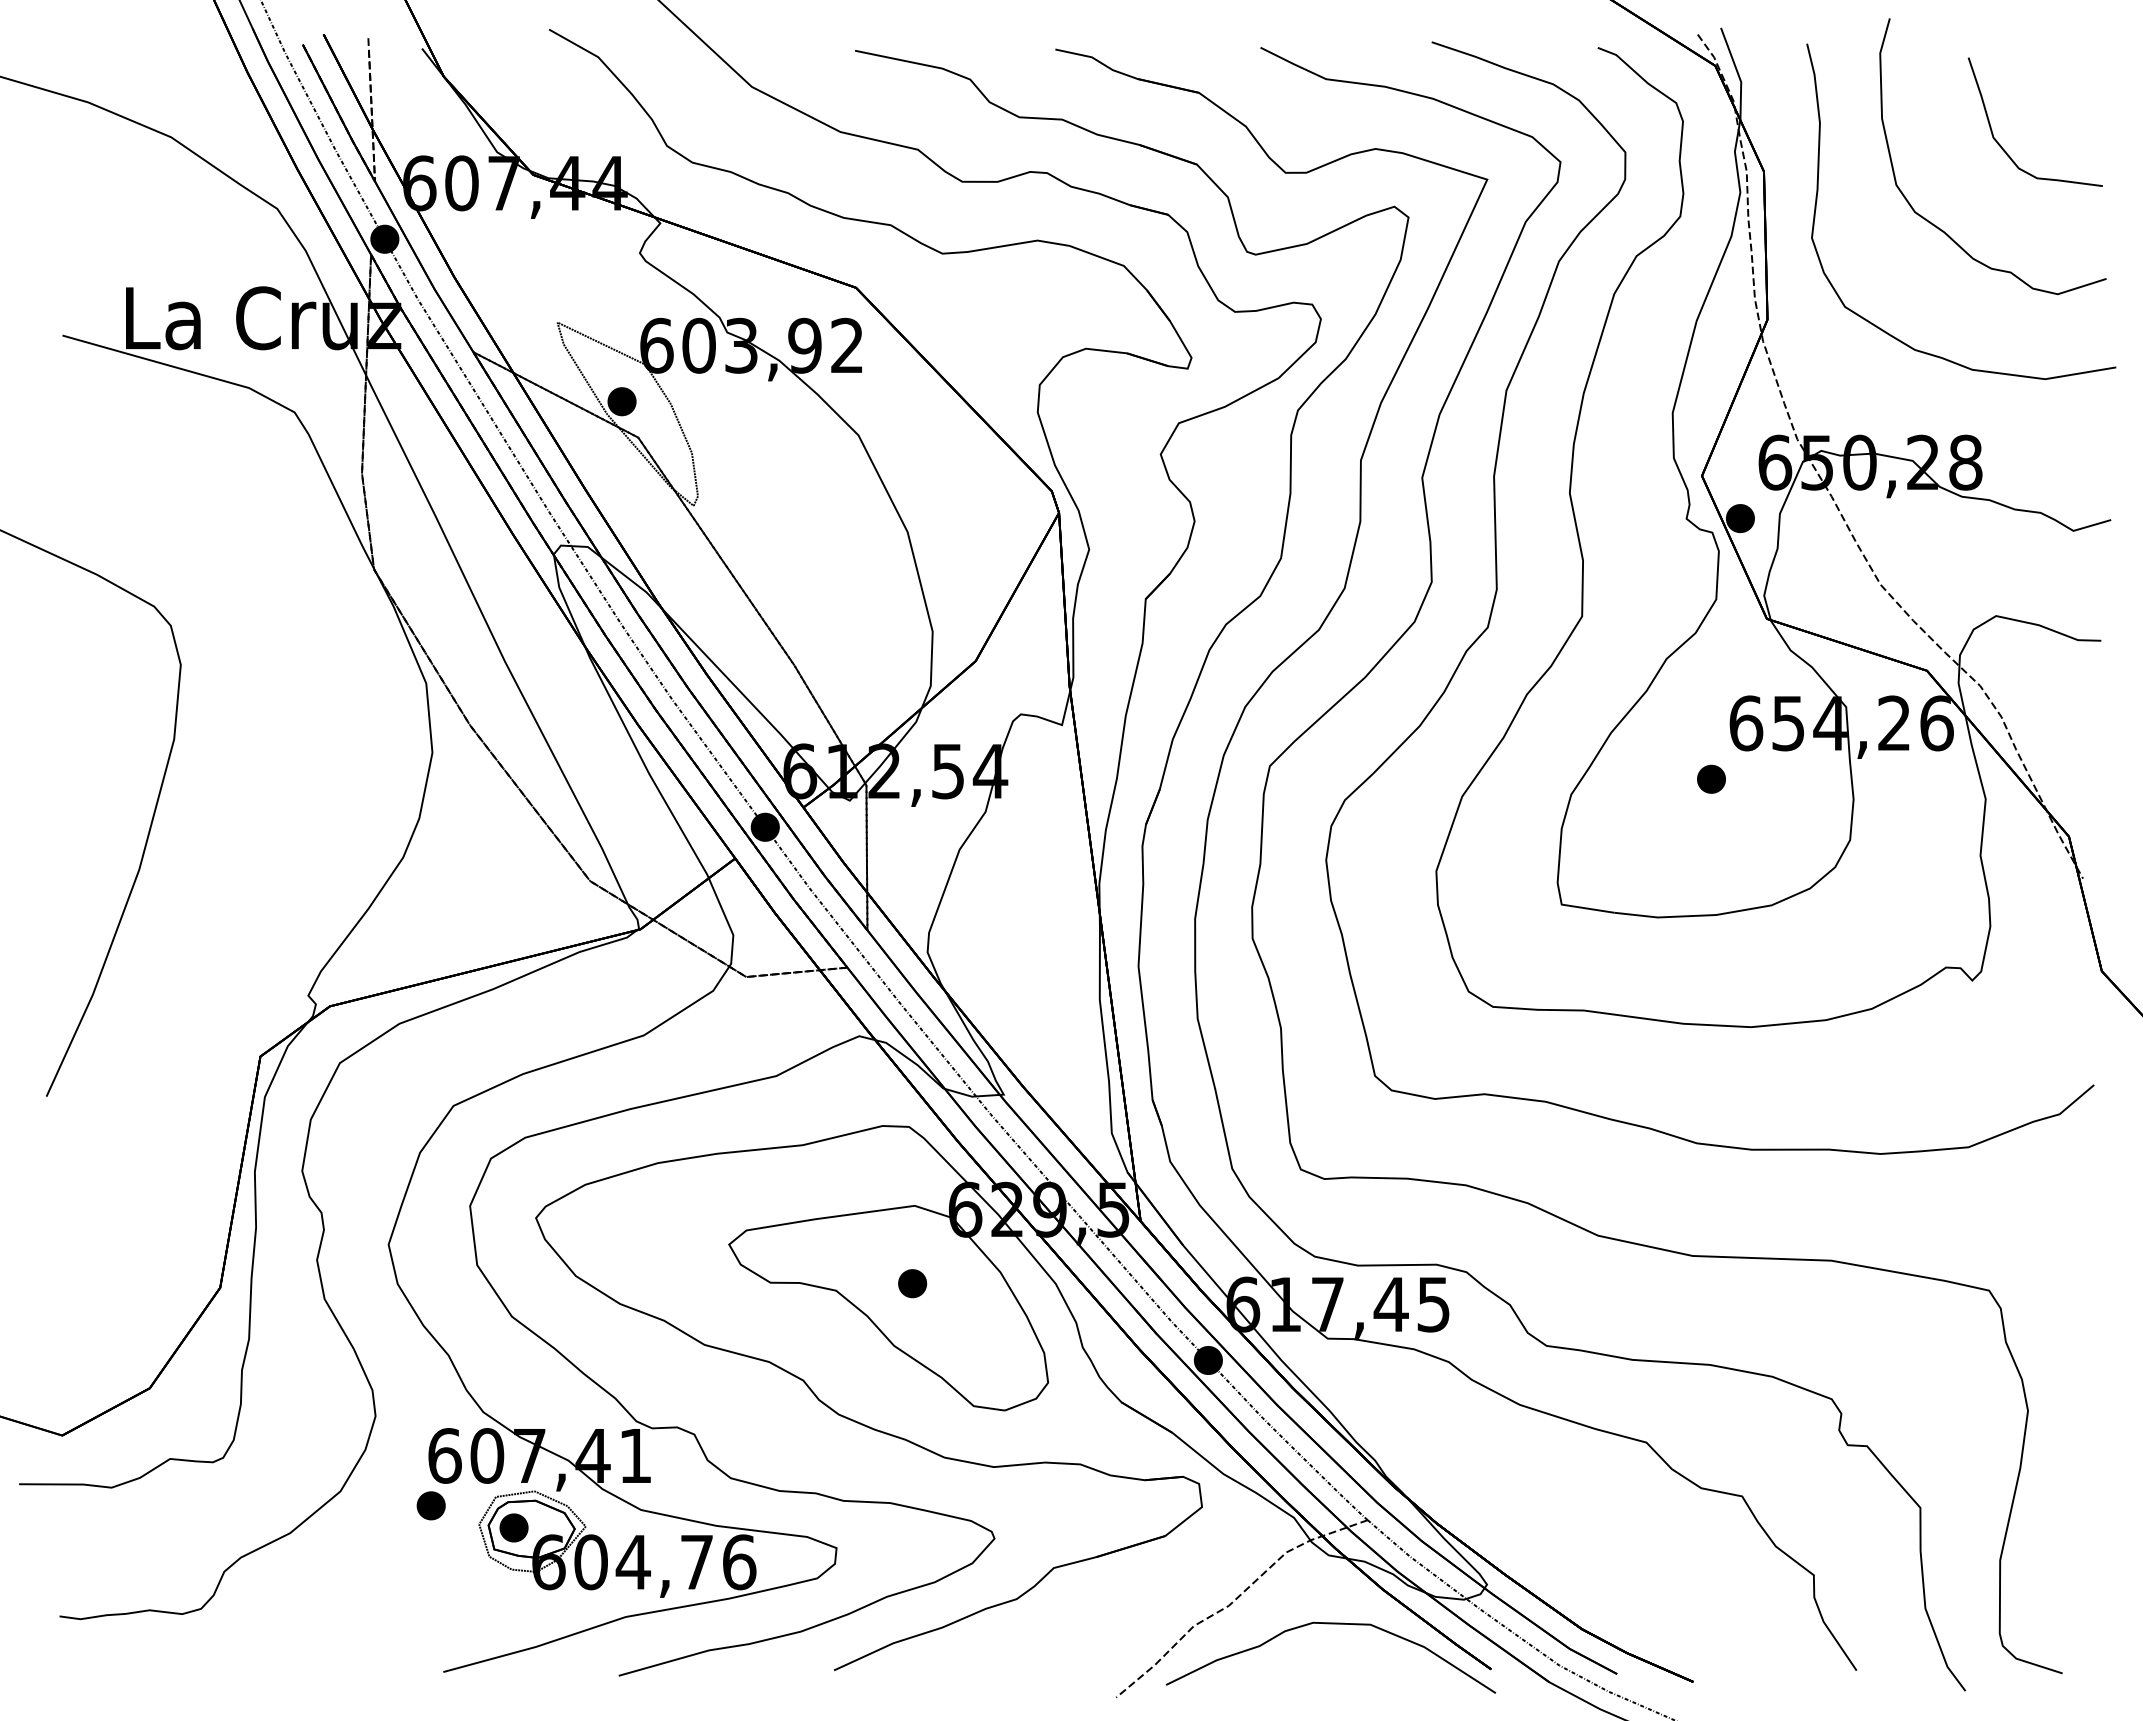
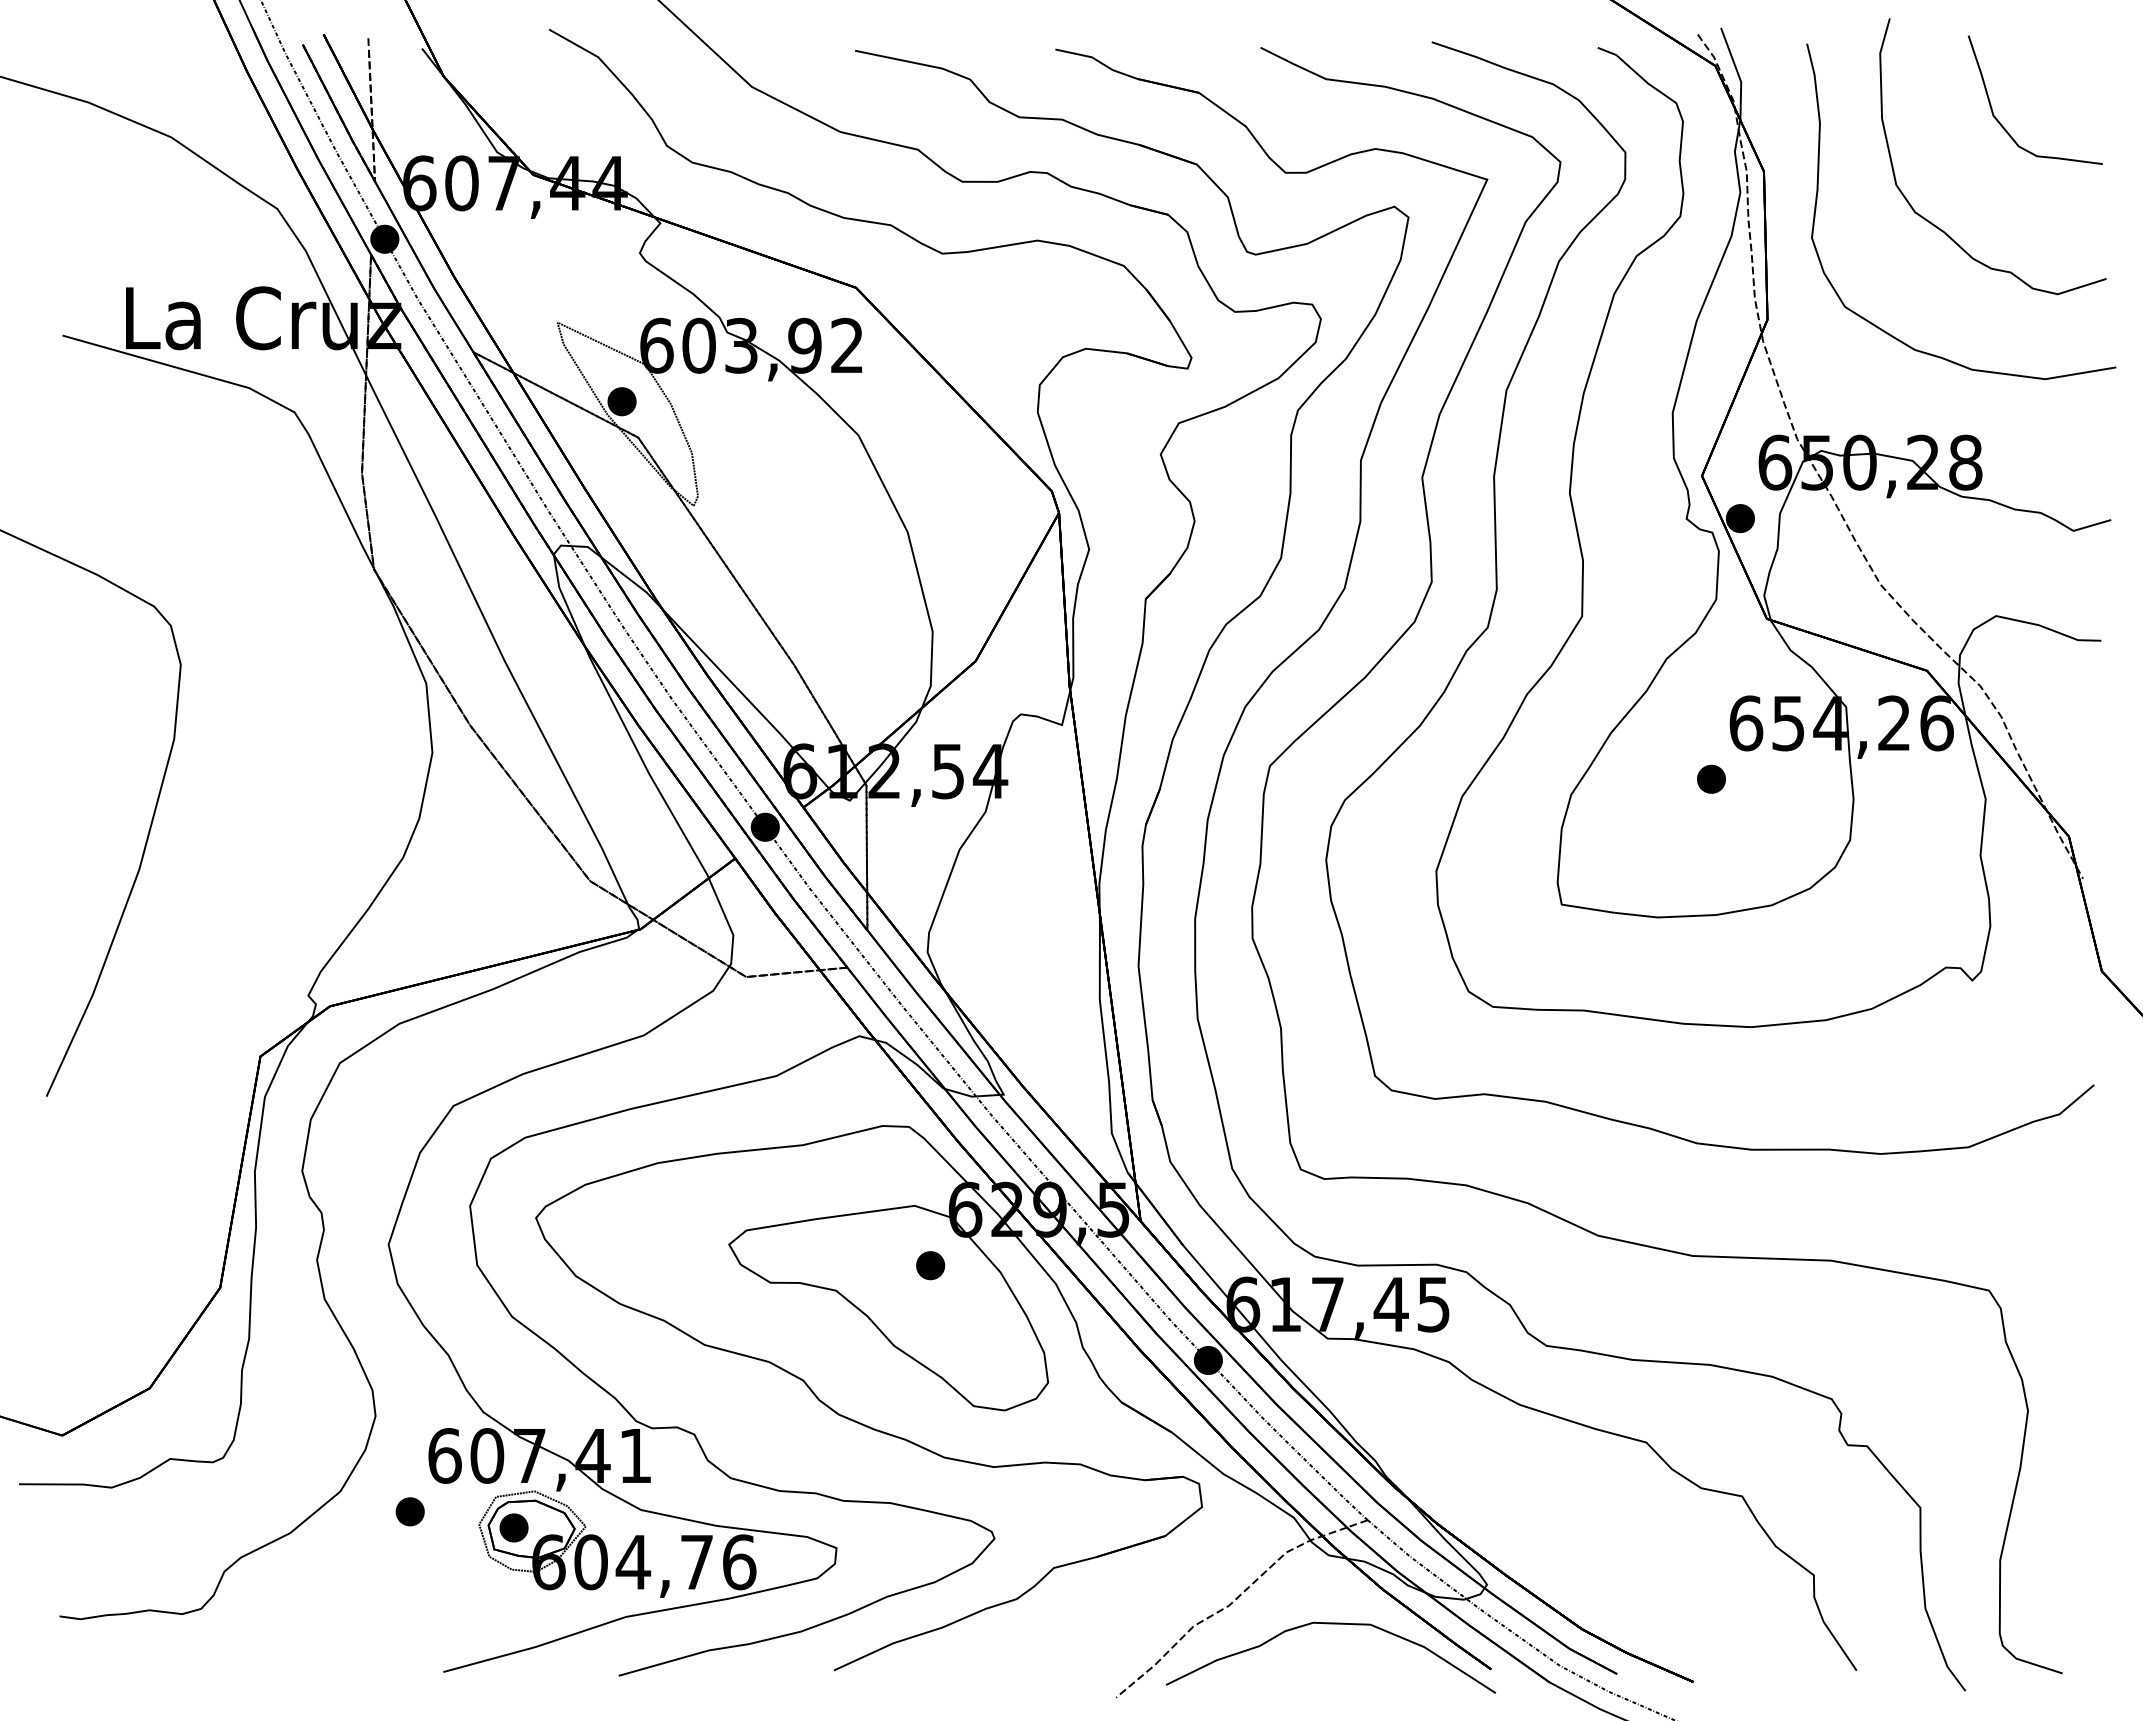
curve at (2001, 145) position: (2001, 145) -> (2001, 123)
part at (912, 1283) position: (912, 1283) -> (930, 1265)
part at (430, 1505) position: (430, 1505) -> (409, 1511)
